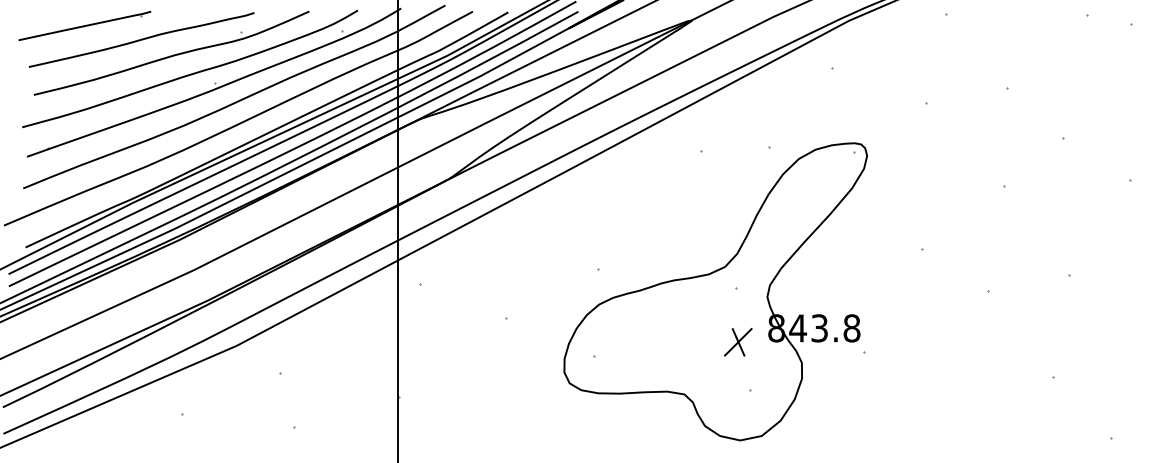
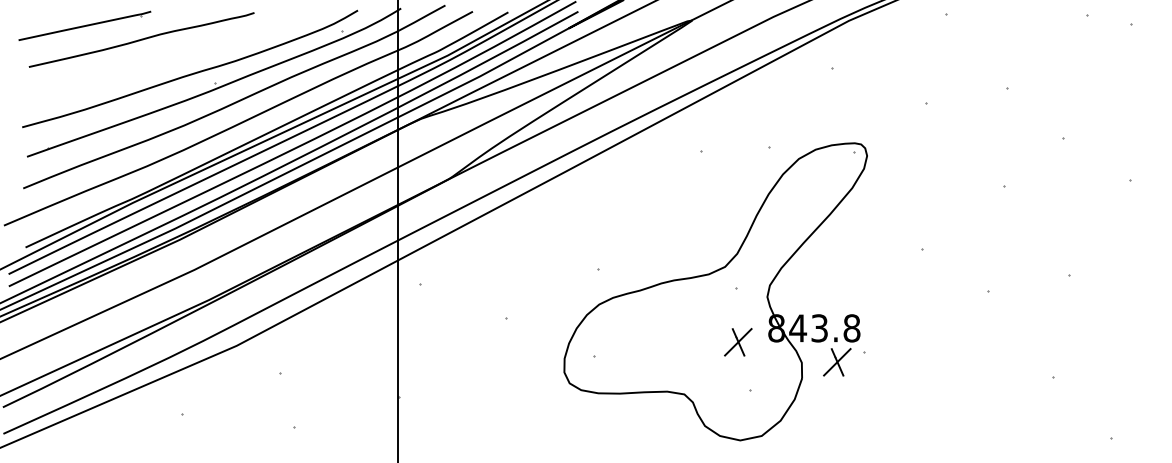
part at (171, 52): present -> none
part at (837, 362): none -> present
